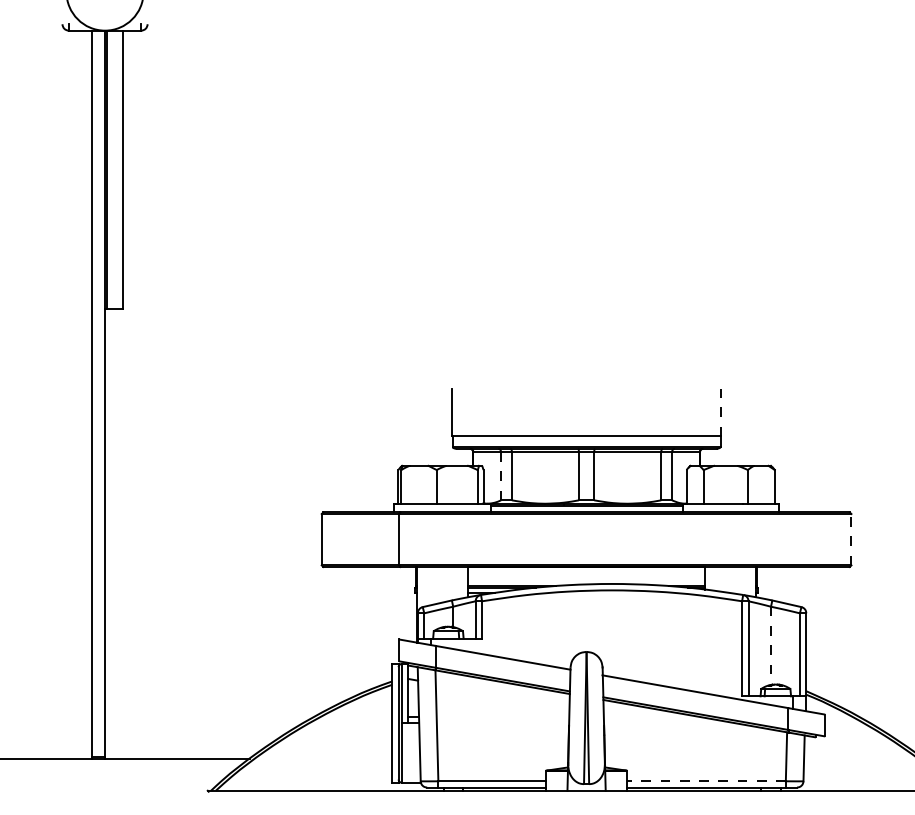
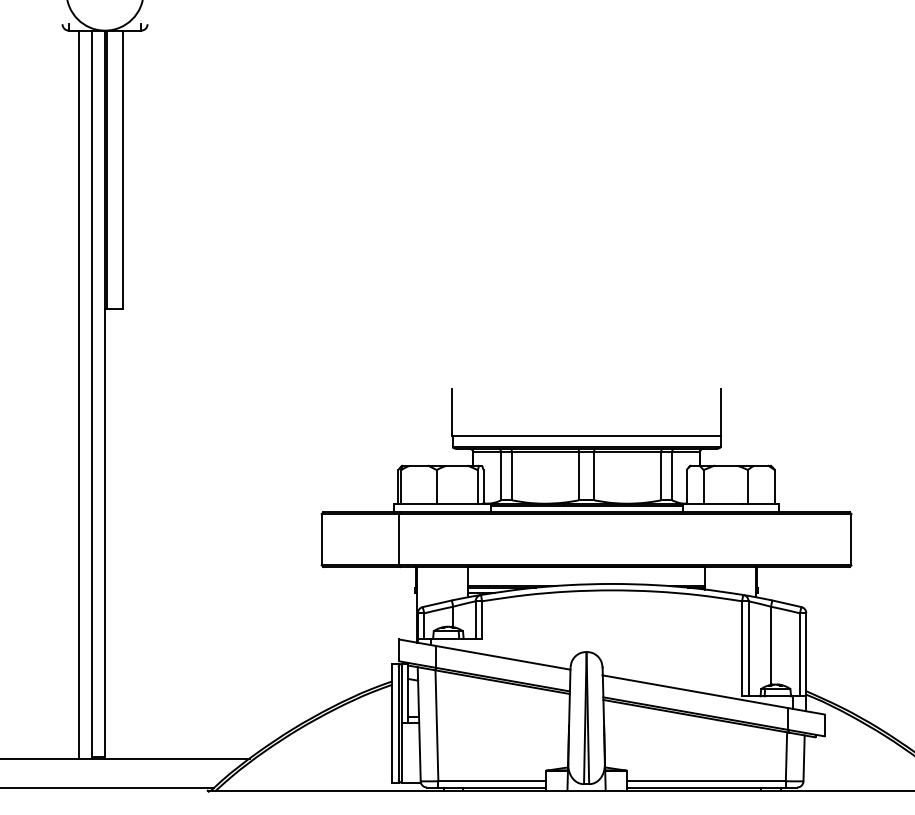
line at (79, 394): none -> present
line at (721, 412): dashed -> solid
line at (501, 476): dashed -> solid
line at (851, 539): dashed -> solid
line at (771, 646): dashed -> solid
line at (706, 781): dashed -> solid
line at (108, 787): none -> present
